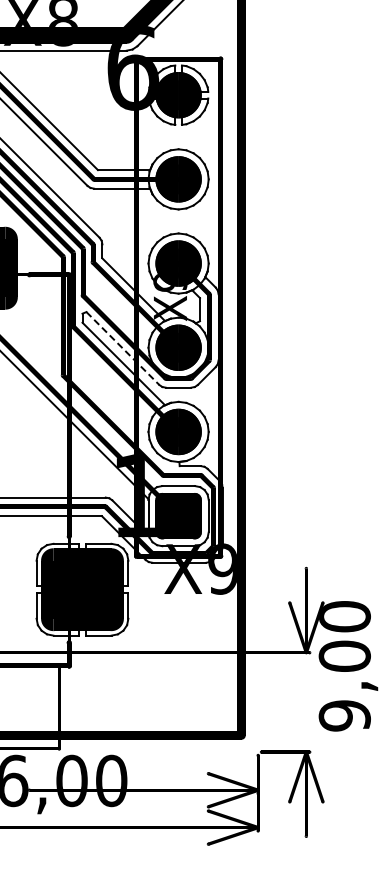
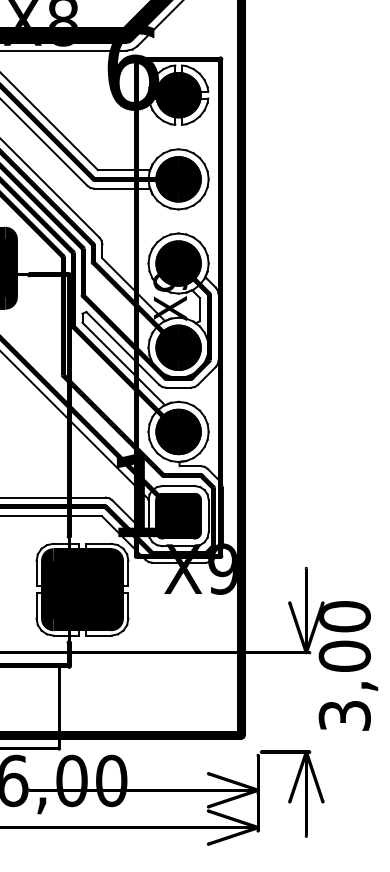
line at (122, 348): dashed -> solid
text at (344, 715): 9,00 -> 3,00
